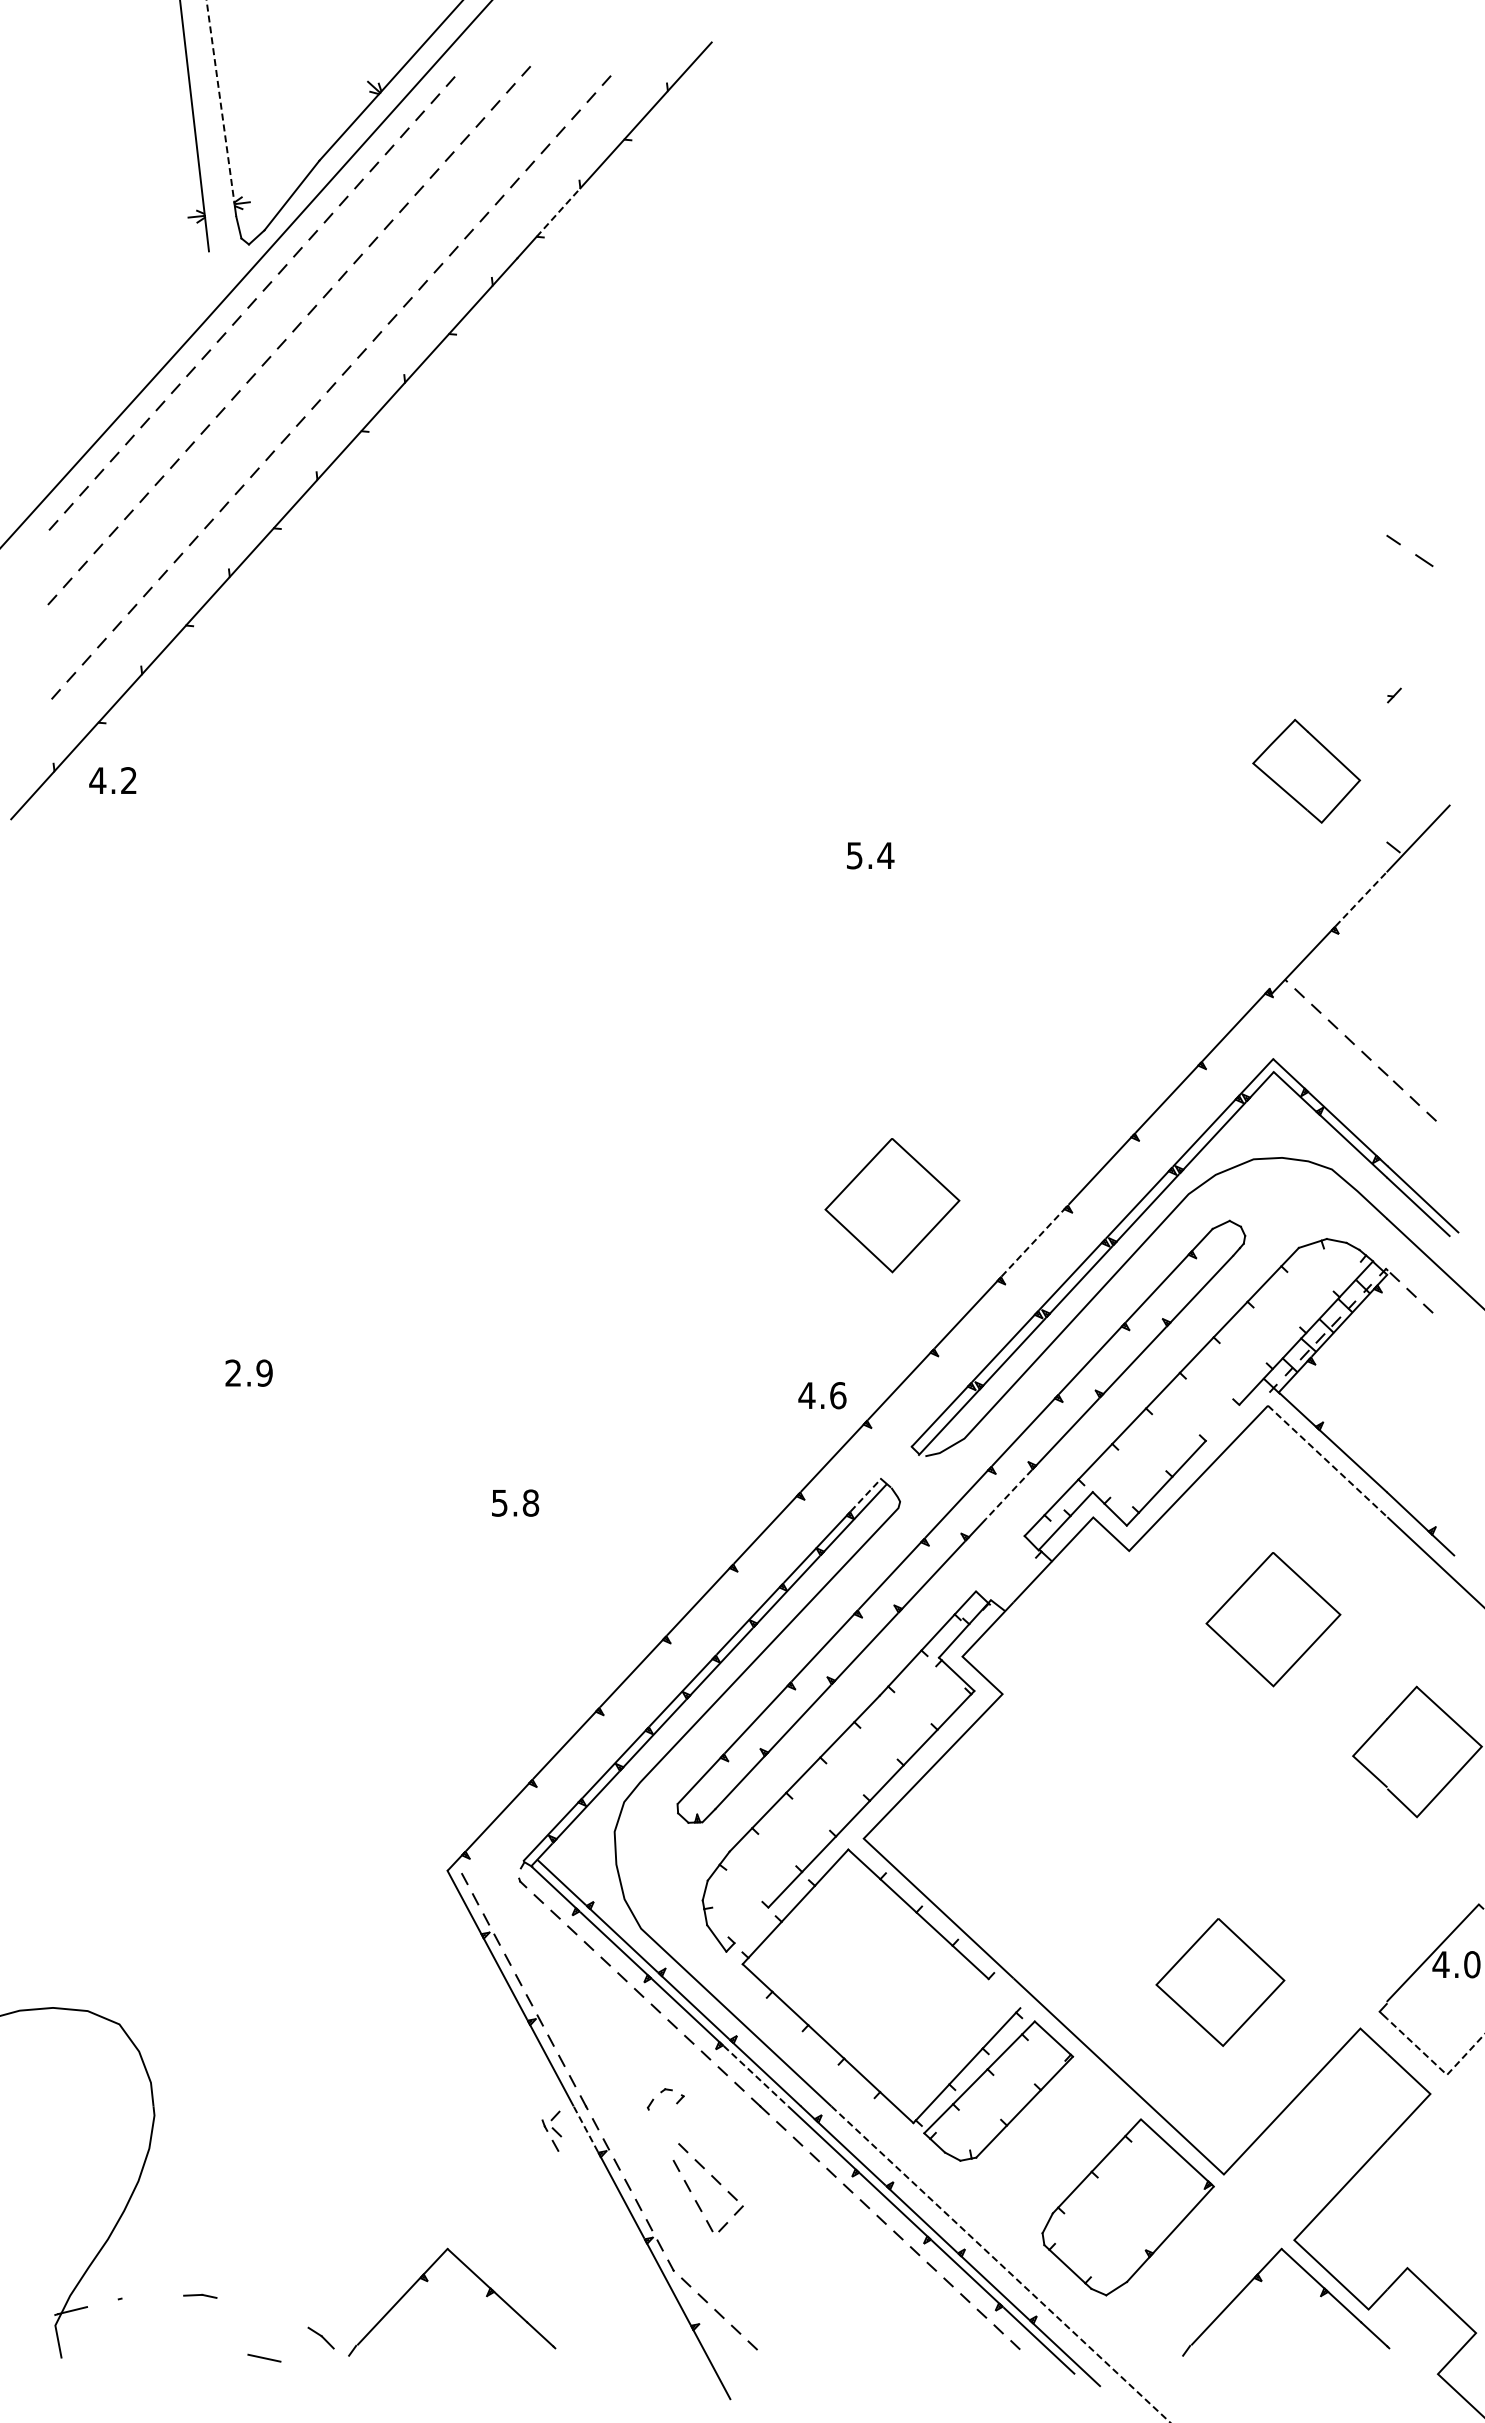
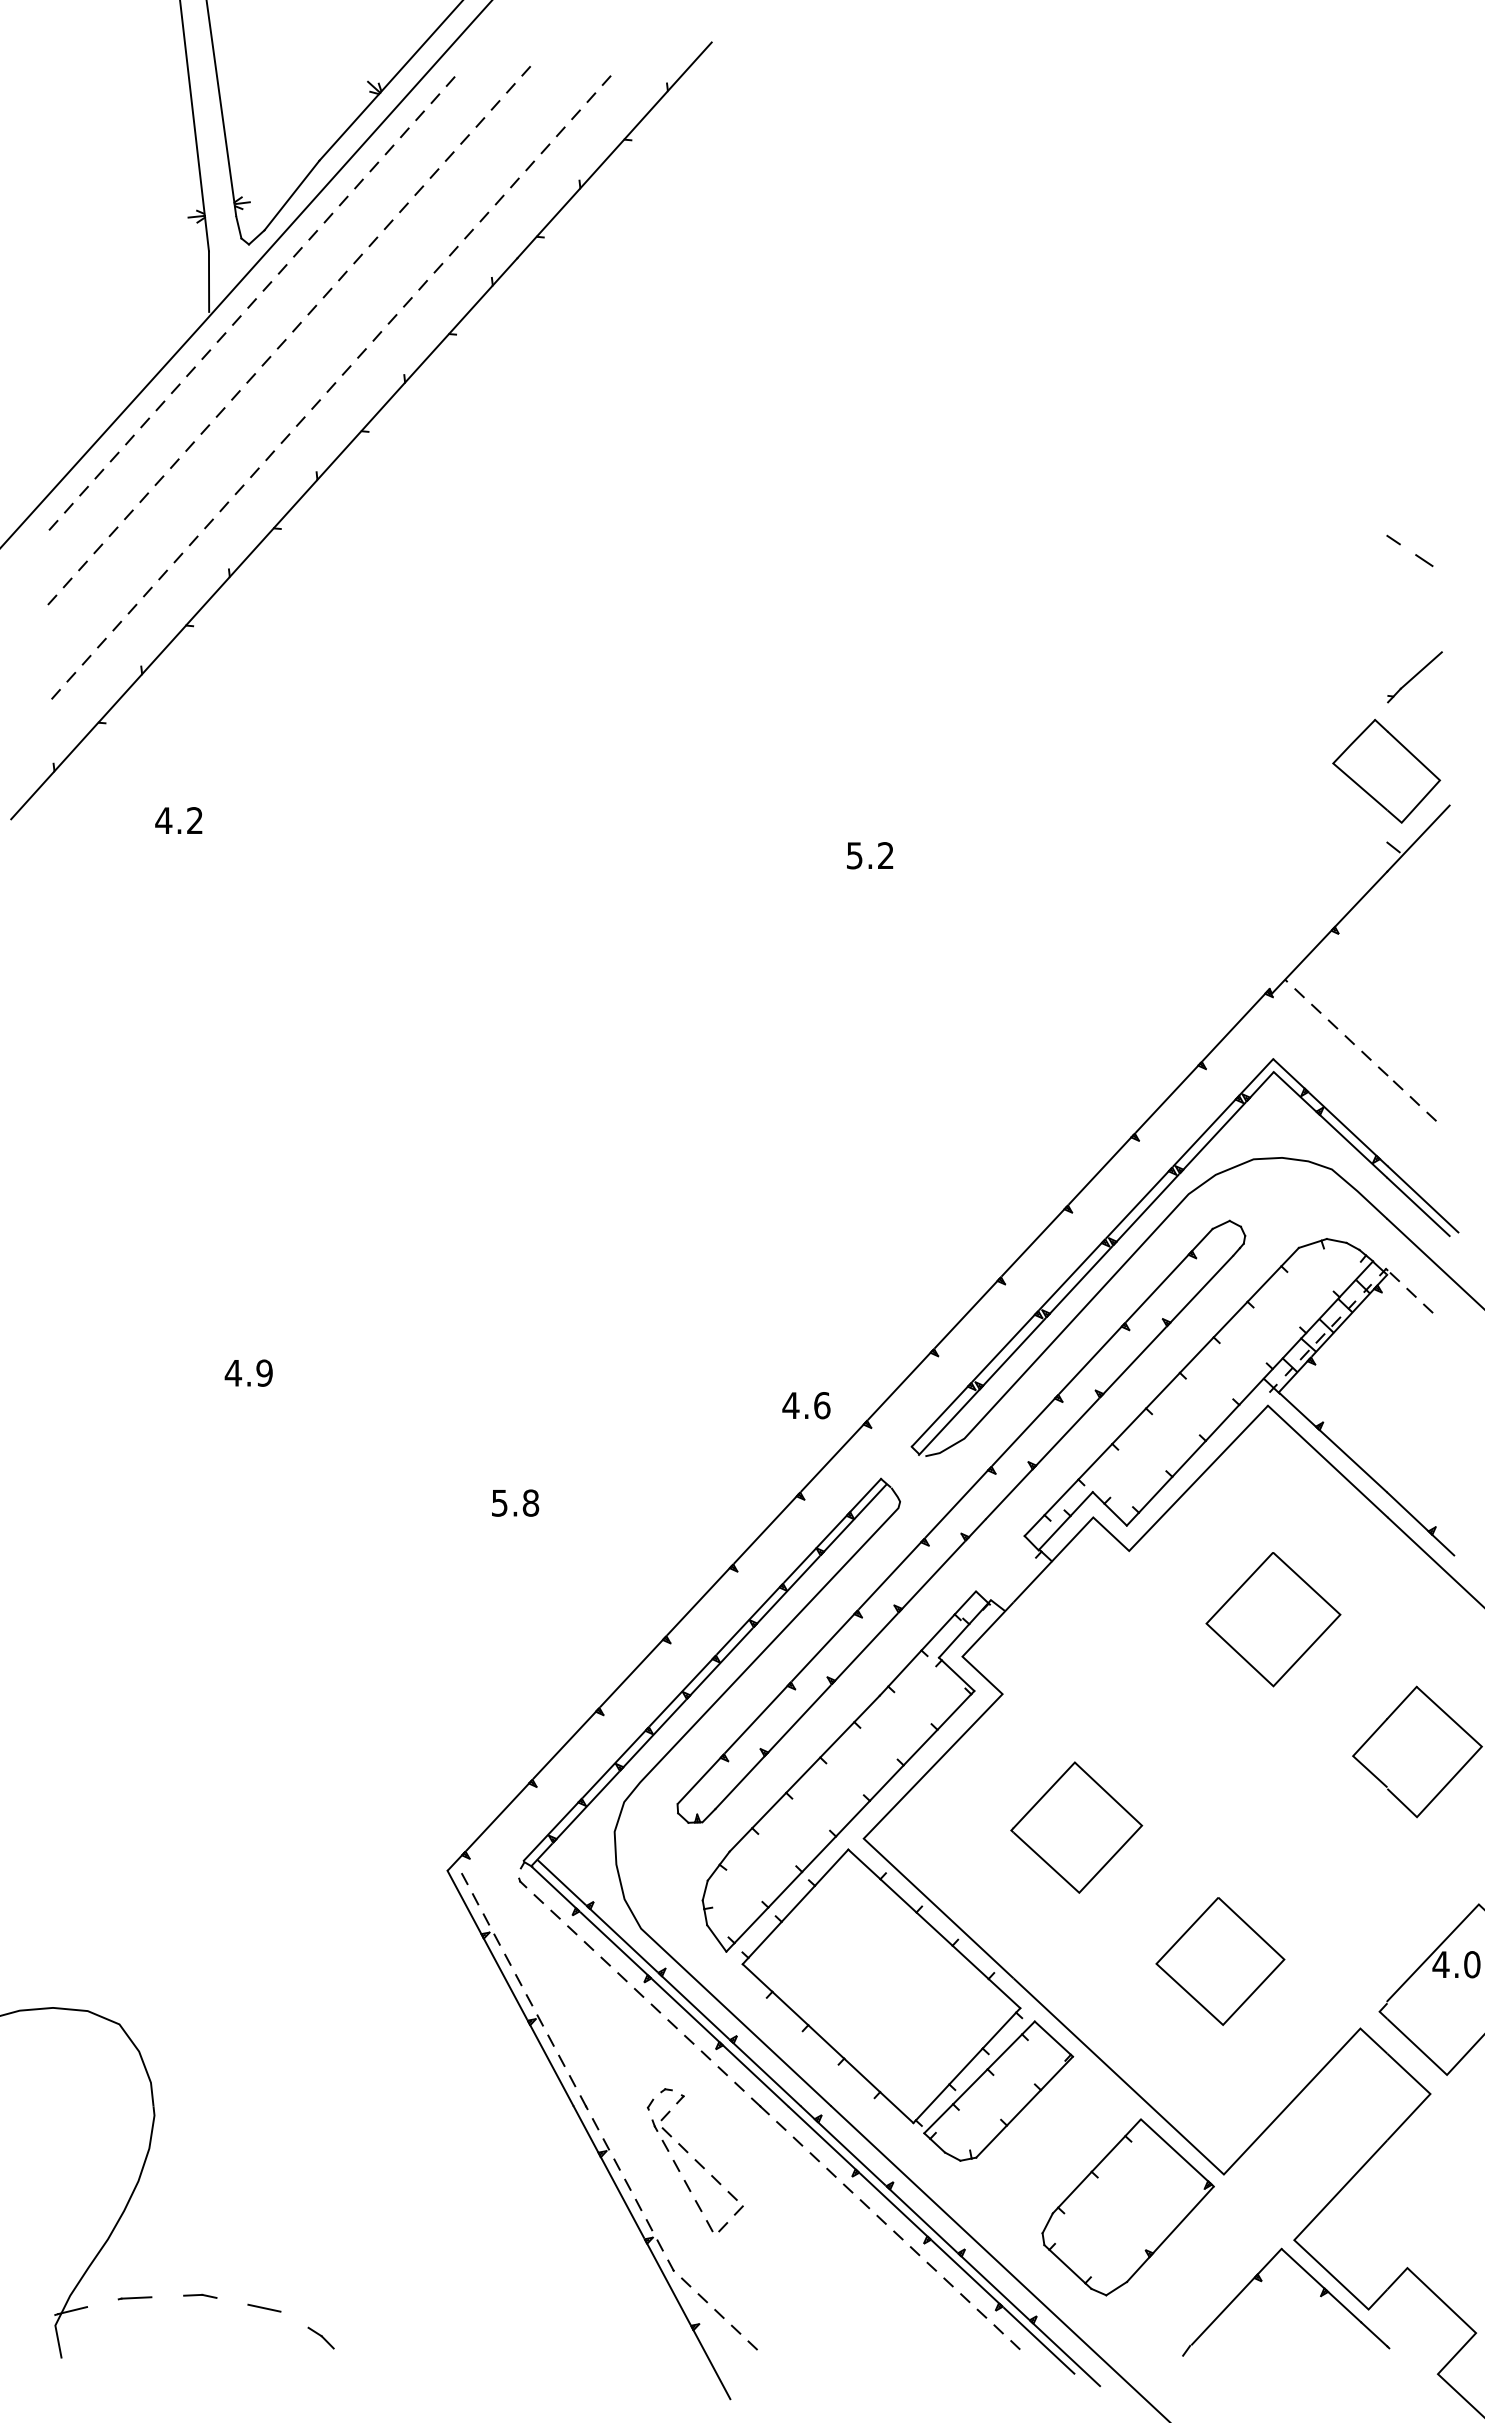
line at (220, 102): dashed -> solid
line at (557, 213): dashed -> solid
line at (208, 281): none -> present
line at (1420, 670): none -> present
part at (1306, 770) position: (1306, 770) -> (1386, 770)
text at (112, 780) position: (112, 780) -> (178, 820)
text at (885, 855): 5.4 -> 5.2
line at (1361, 898): dashed -> solid
part at (892, 1205): present -> none
line at (1035, 1240): dashed -> solid
text at (233, 1372): 2.9 -> 4.9
text at (822, 1395) position: (822, 1395) -> (806, 1405)
line at (1222, 1422): none -> present
line at (1327, 1461): dashed -> solid
line at (866, 1494): dashed -> solid
line at (1009, 1494): dashed -> solid
part at (1076, 1827): none -> present
line at (751, 1925): none -> present
part at (1220, 1982) position: (1220, 1982) -> (1220, 1961)
line at (1004, 1993): none -> present
line at (1441, 2069): dashed -> solid
line at (756, 2076): dashed -> solid
line at (585, 2129): dashed -> solid
part at (551, 2130) position: (551, 2130) -> (661, 2130)
line at (1000, 2264): dashed -> solid
part at (428, 2281): present -> none
line at (136, 2297): none -> present
line at (264, 2357) position: (264, 2357) -> (264, 2307)
